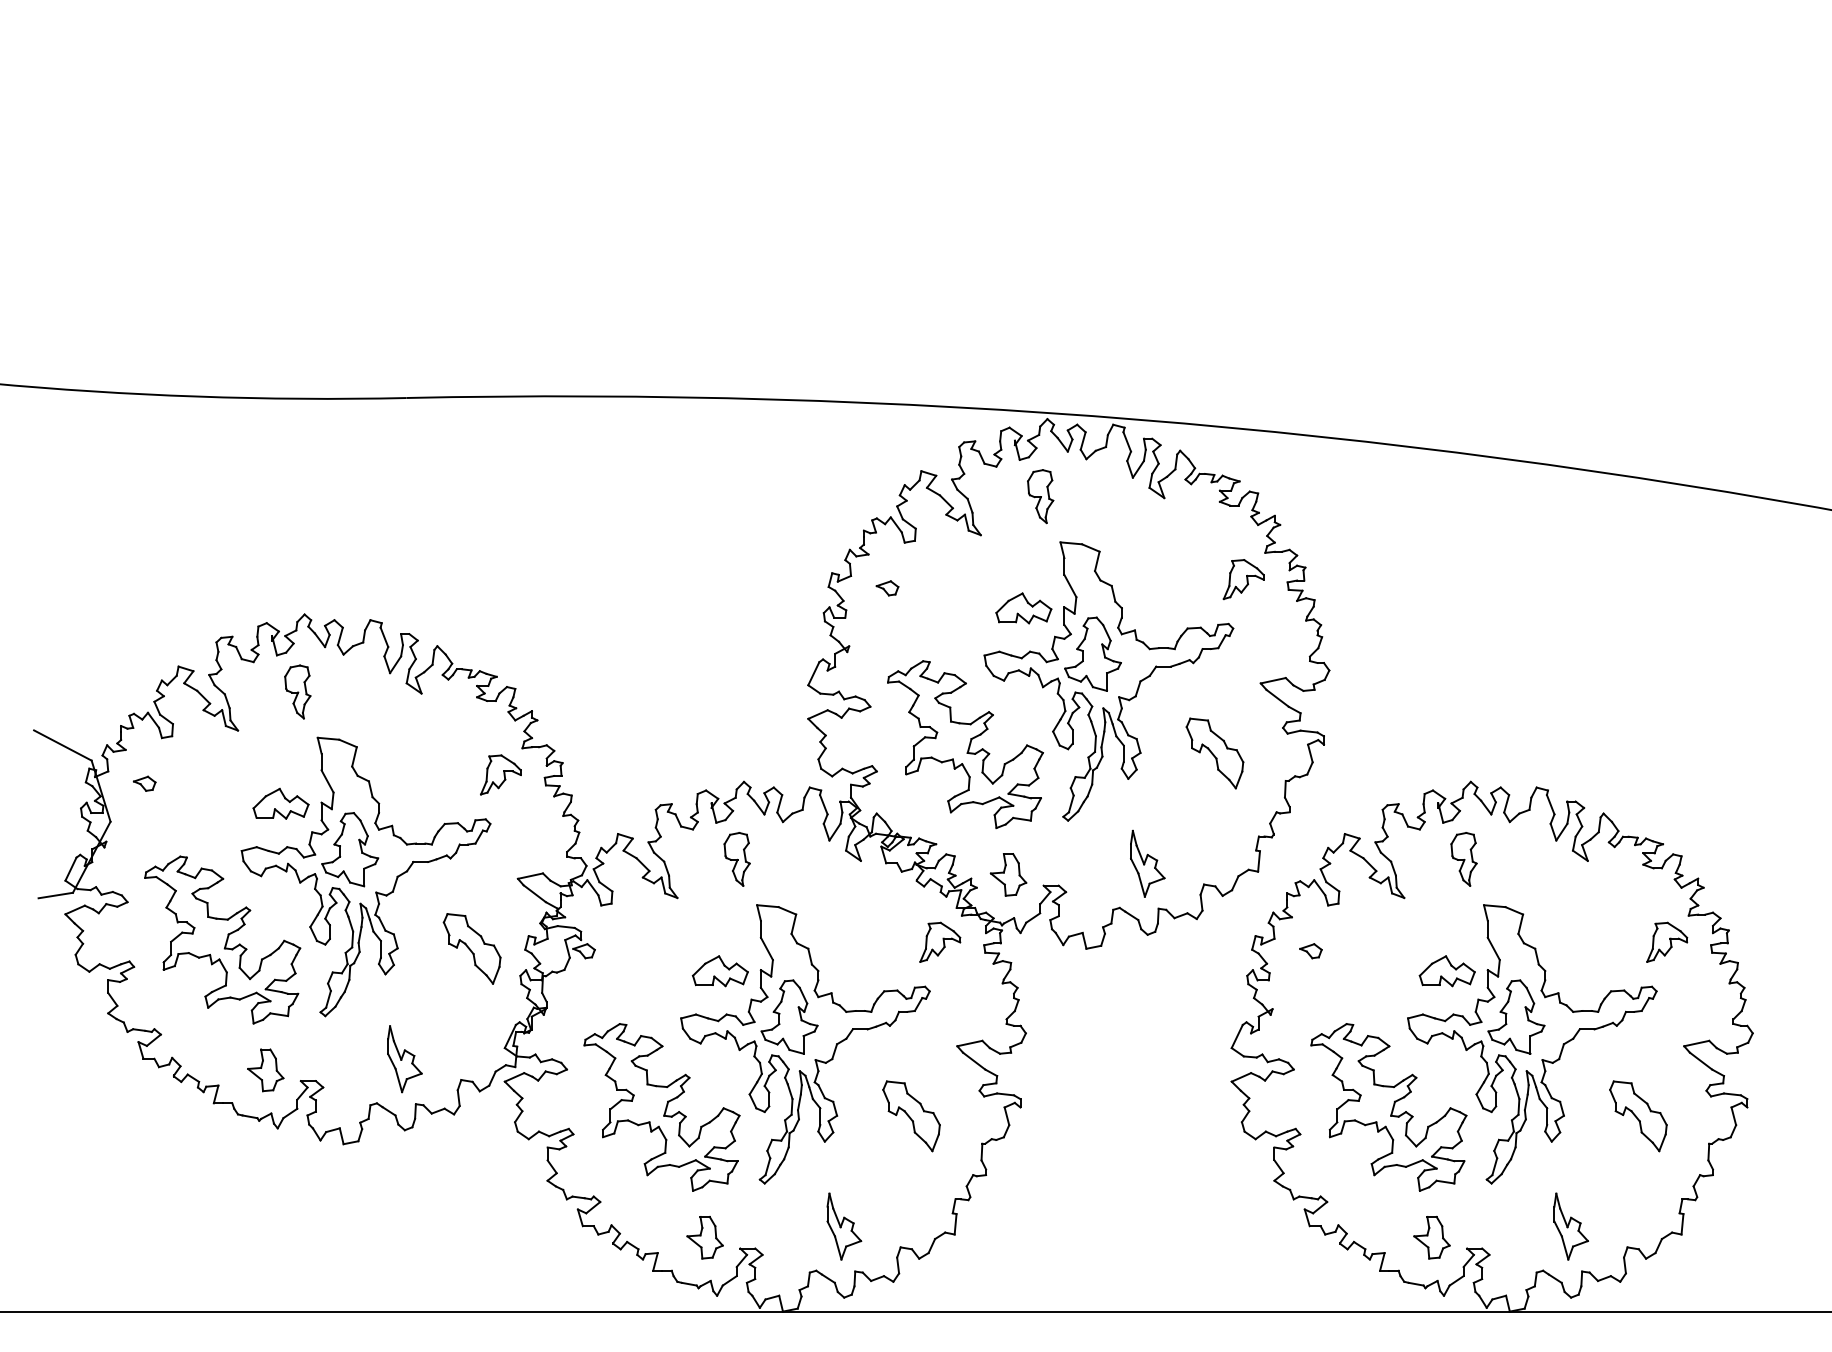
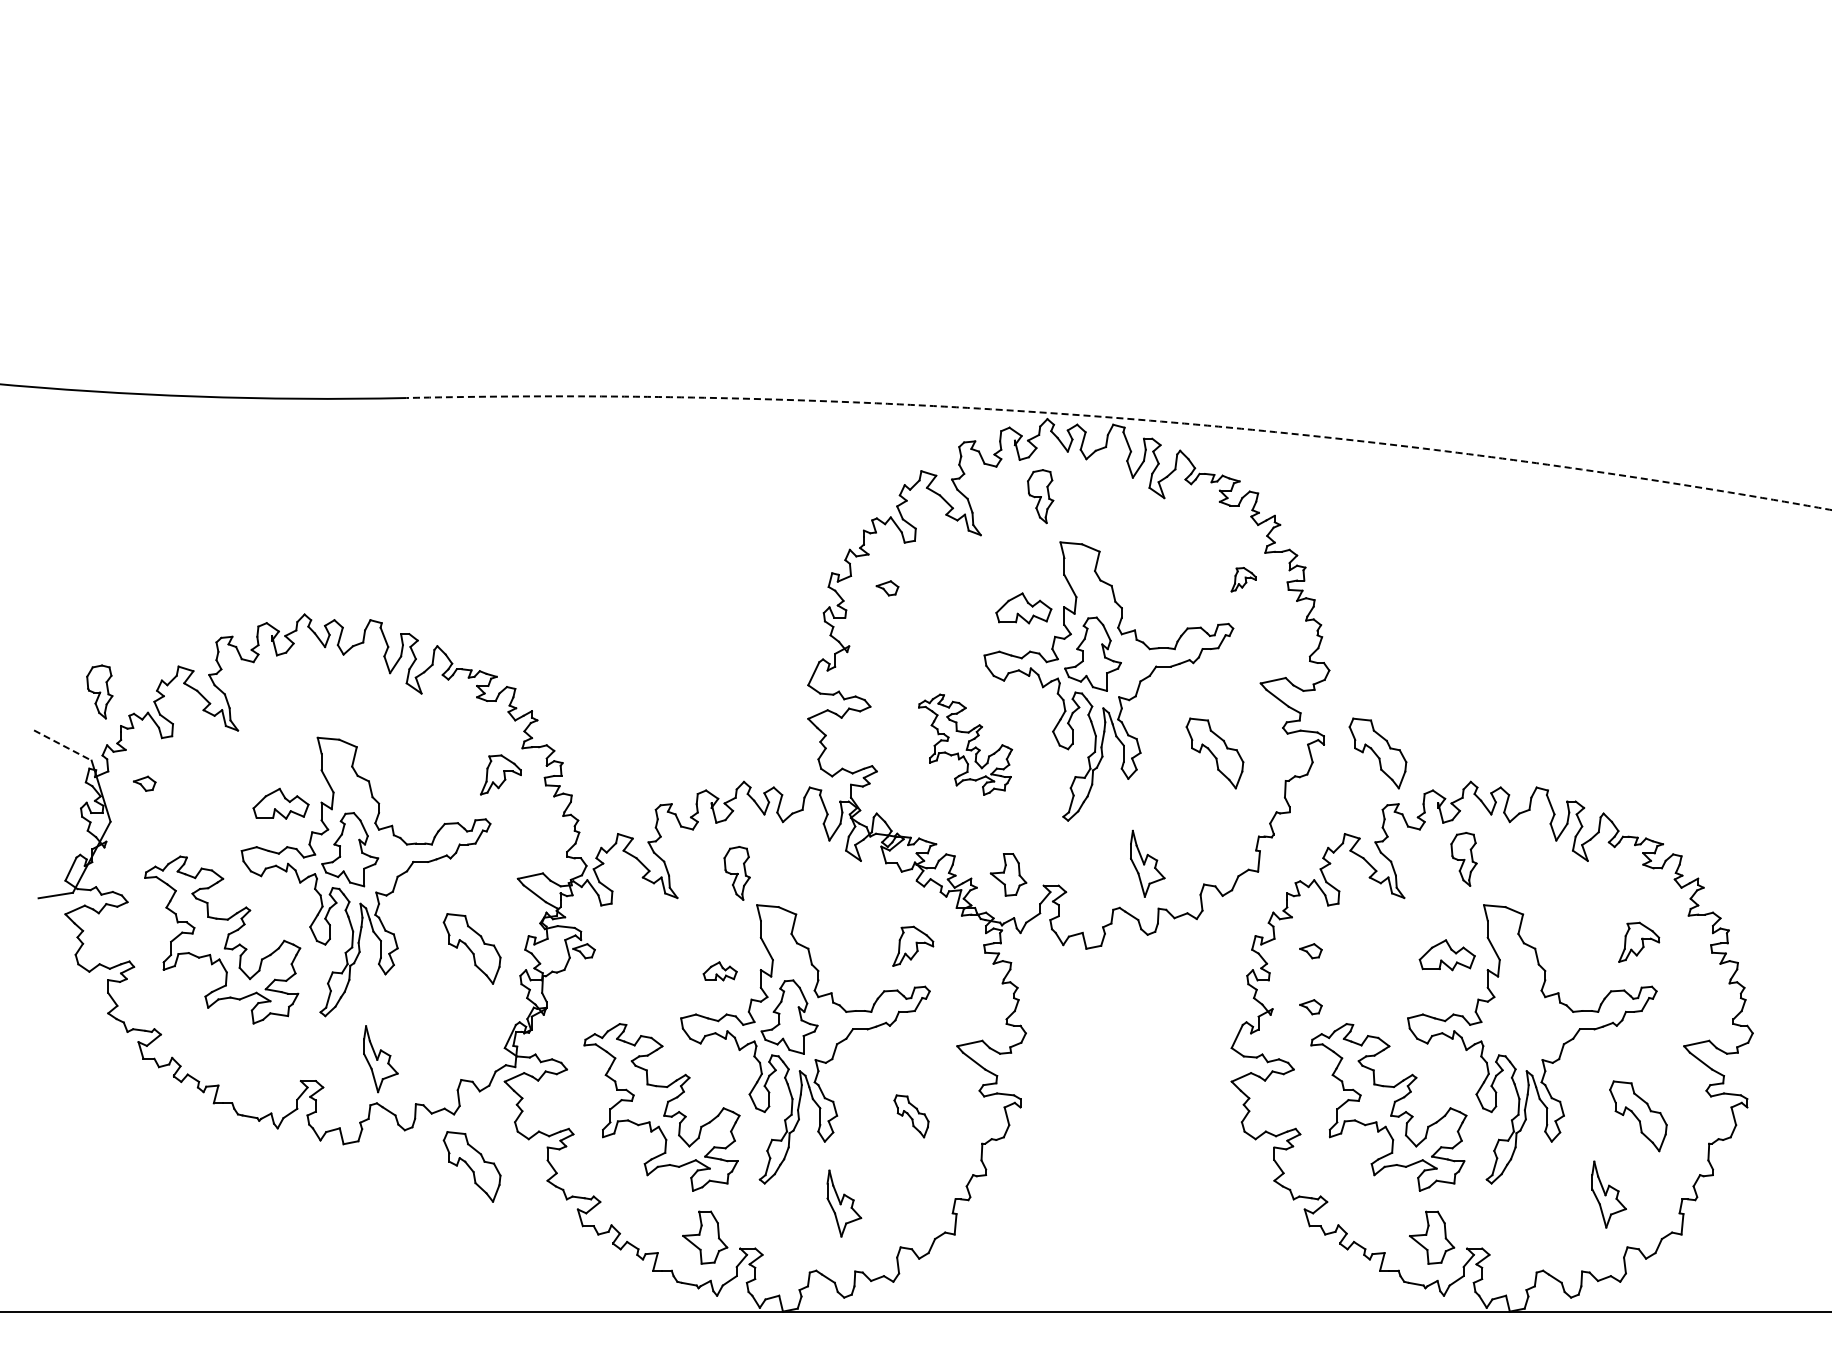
arc at (1123, 418): solid -> dashed
part at (1243, 579) size: 43x42 px -> 27x26 px
part at (297, 691) position: (297, 691) -> (99, 691)
part at (965, 744) size: 157x170 px -> 96x103 px
line at (62, 745): solid -> dashed
part at (1377, 753): none -> present
part at (736, 859) position: (736, 859) -> (736, 873)
part at (940, 941) position: (940, 941) -> (913, 945)
part at (1667, 941) position: (1667, 941) -> (1639, 941)
part at (719, 971) size: 58x33 px -> 36x21 px
part at (1446, 971) position: (1446, 971) -> (1446, 955)
part at (1310, 1007): none -> present
part at (1516, 1016): present -> none
part at (404, 1059) position: (404, 1059) -> (380, 1059)
part at (265, 1070): present -> none
part at (911, 1116) size: 59x73 px -> 37x45 px
part at (471, 1166): none -> present
part at (844, 1226) position: (844, 1226) -> (844, 1203)
part at (1570, 1226) position: (1570, 1226) -> (1608, 1194)
part at (704, 1237) size: 38x44 px -> 47x55 px
part at (1431, 1237) size: 38x45 px -> 47x55 px
